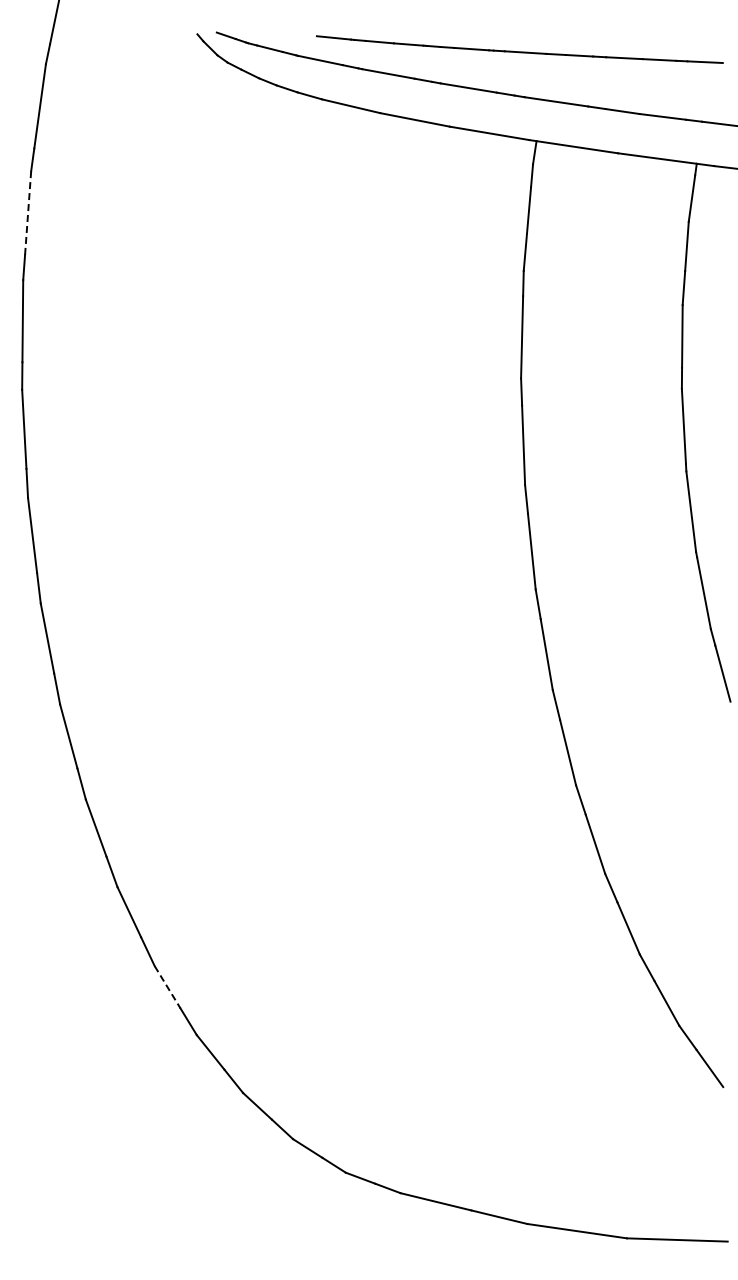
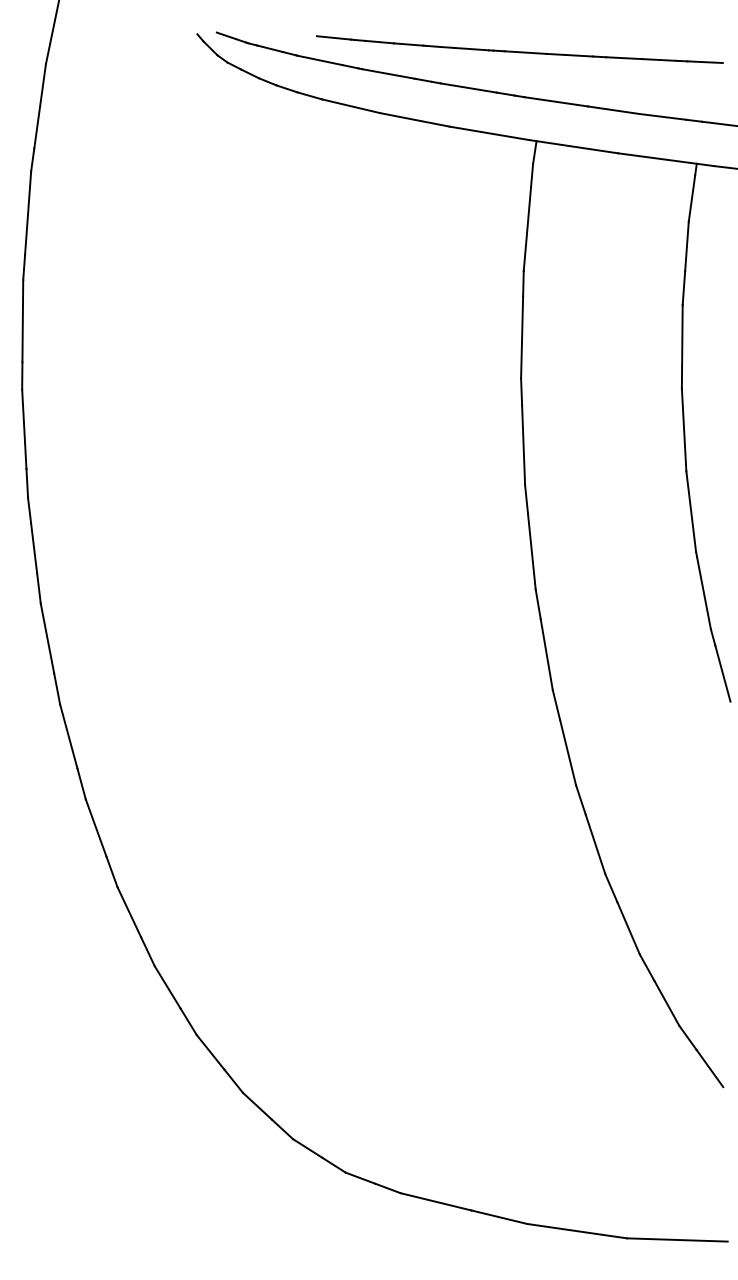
line at (28, 213): dashed -> solid
line at (167, 987): dashed -> solid
